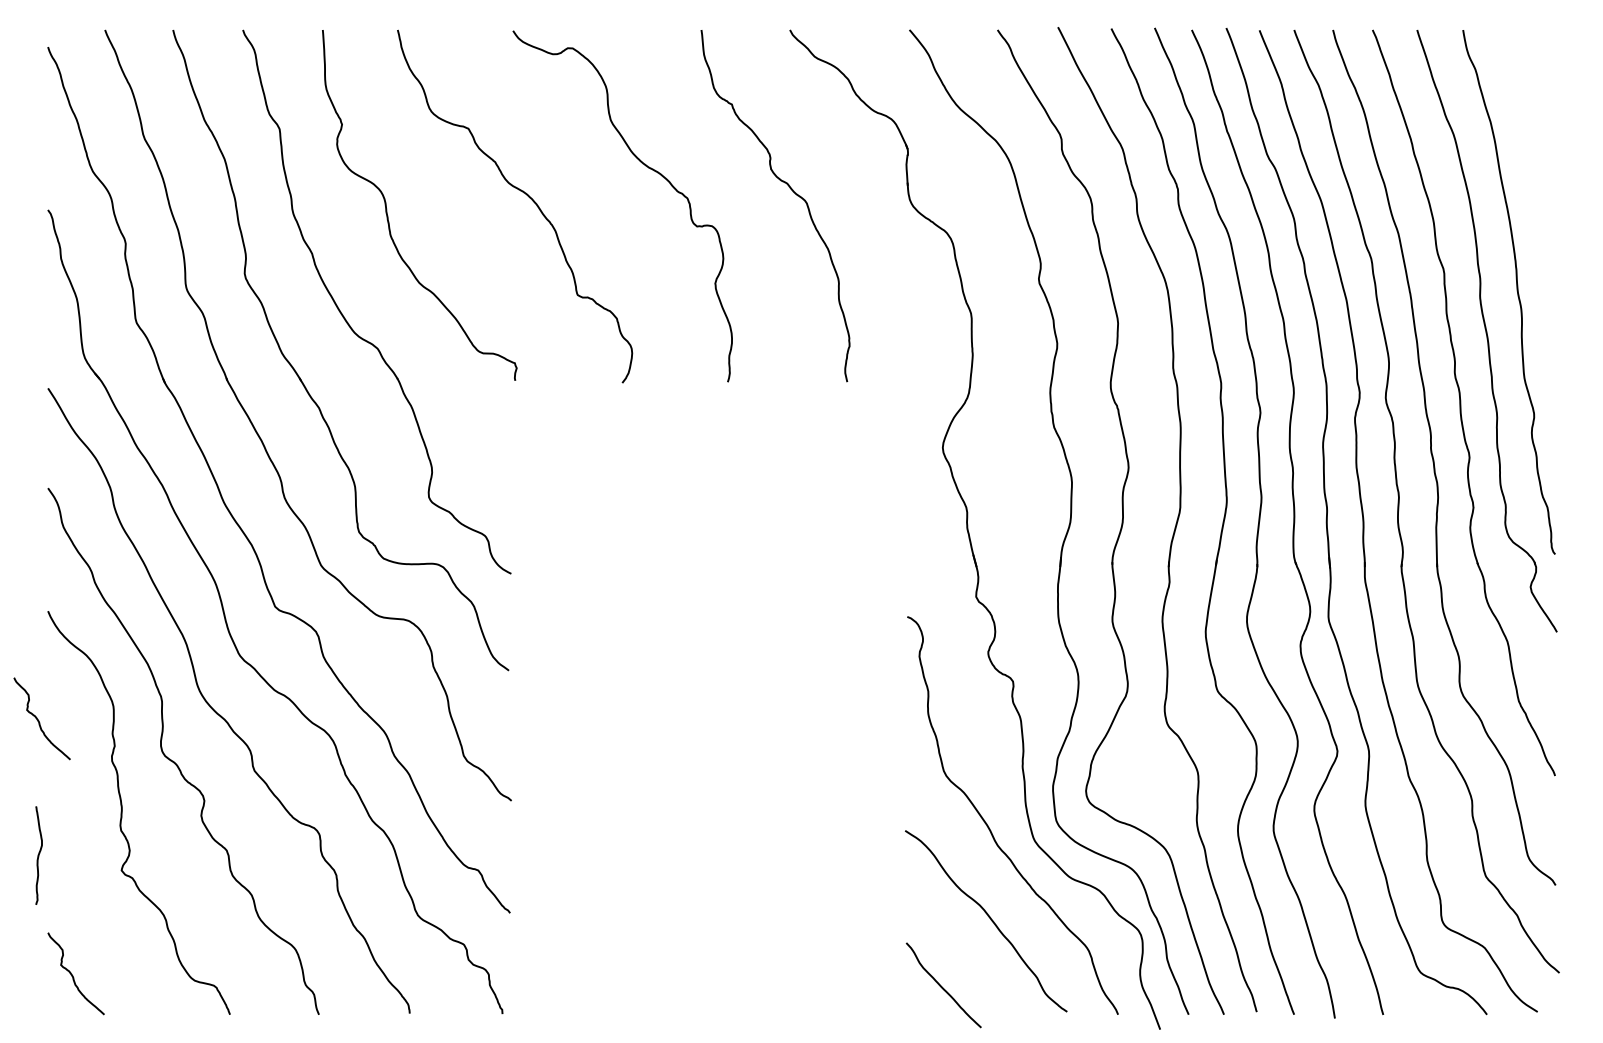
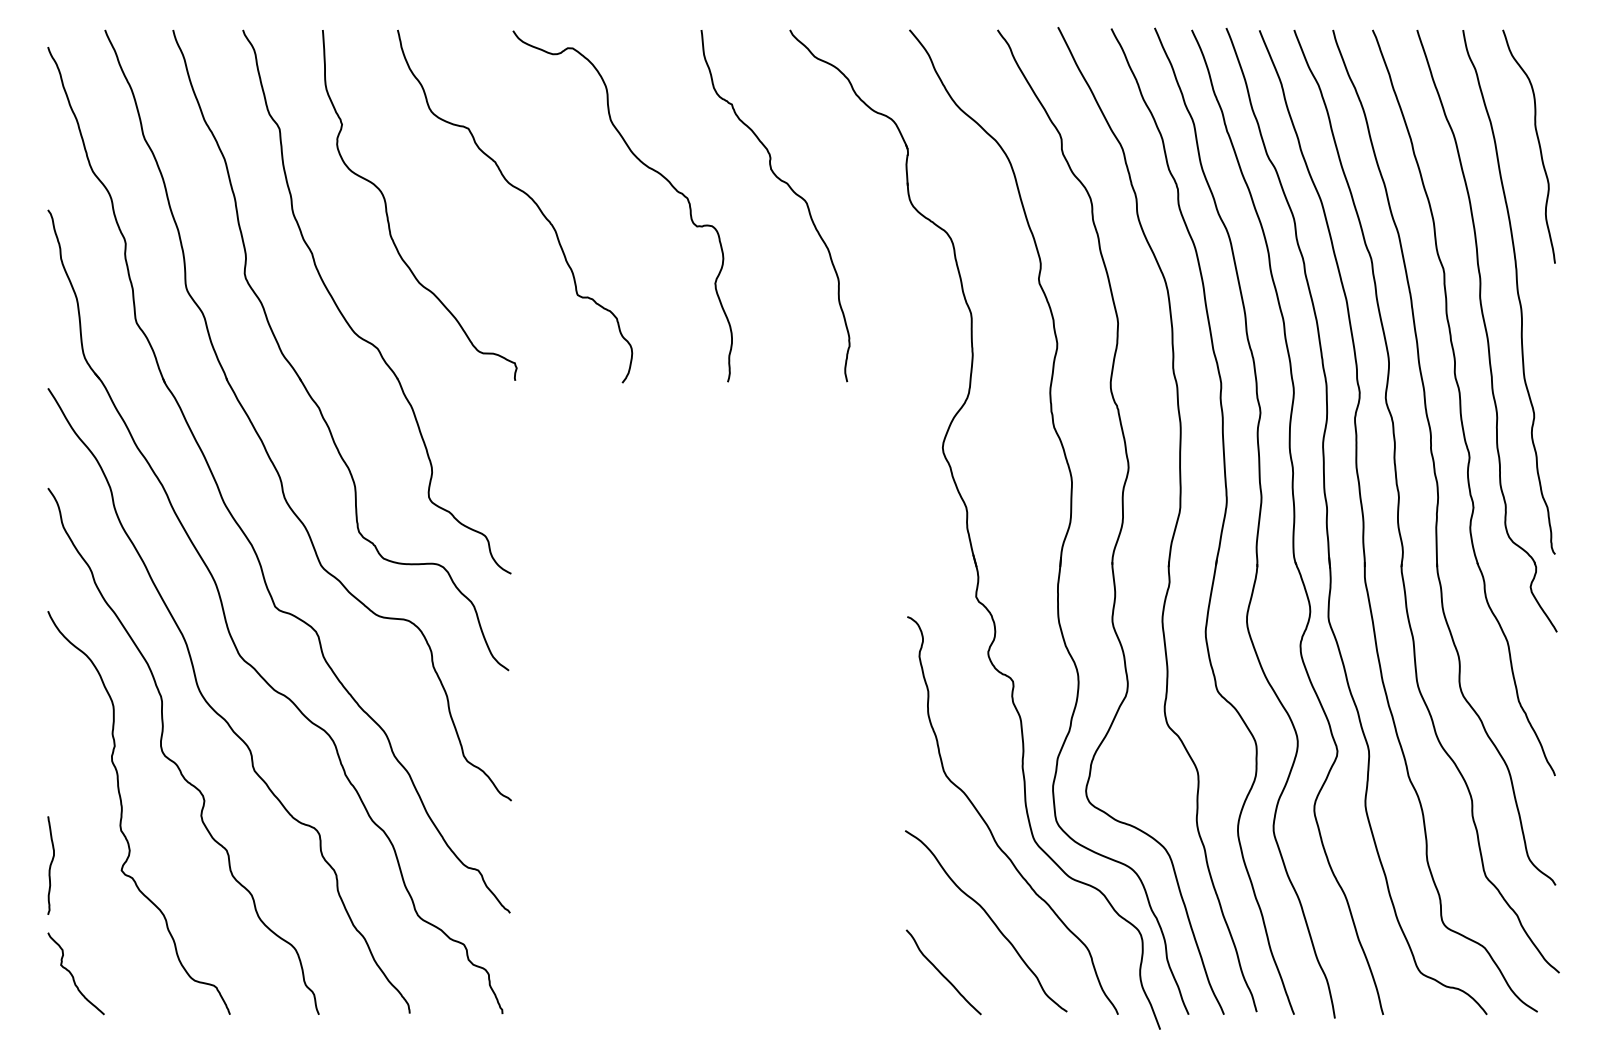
curve at (1538, 145): none -> present
curve at (39, 720): present -> none
curve at (38, 855) position: (38, 855) -> (50, 865)
curve at (942, 986) position: (942, 986) -> (942, 973)
